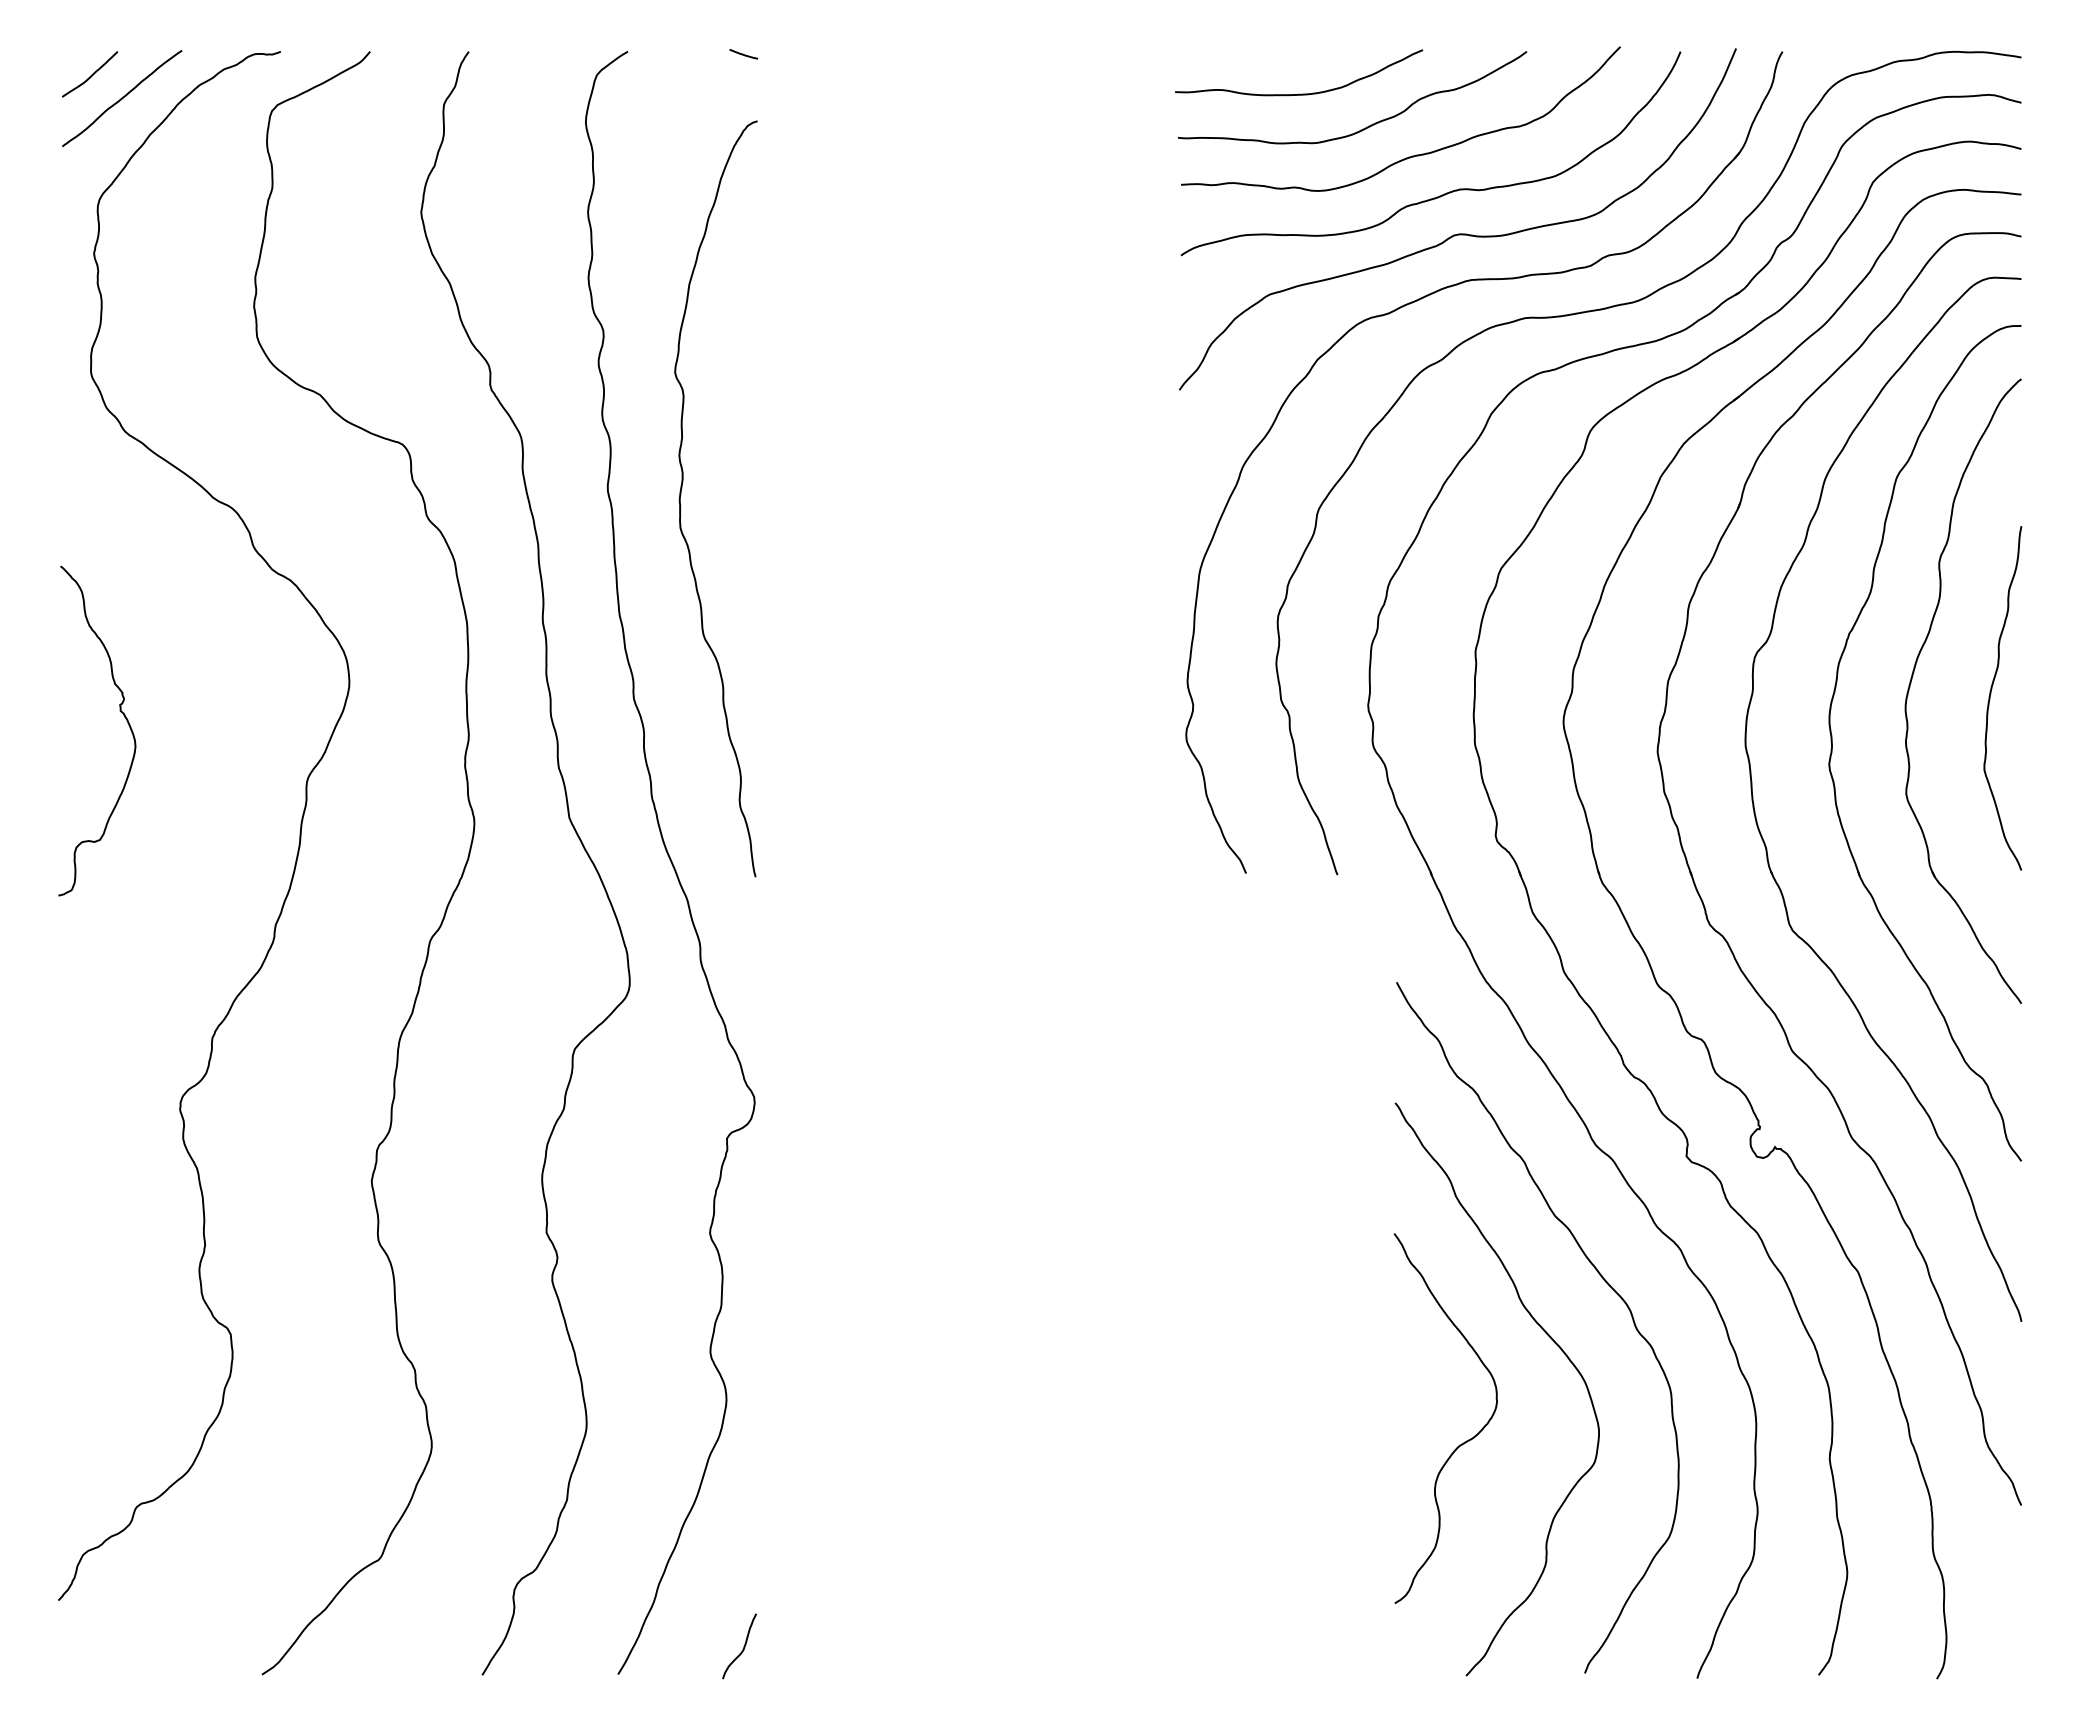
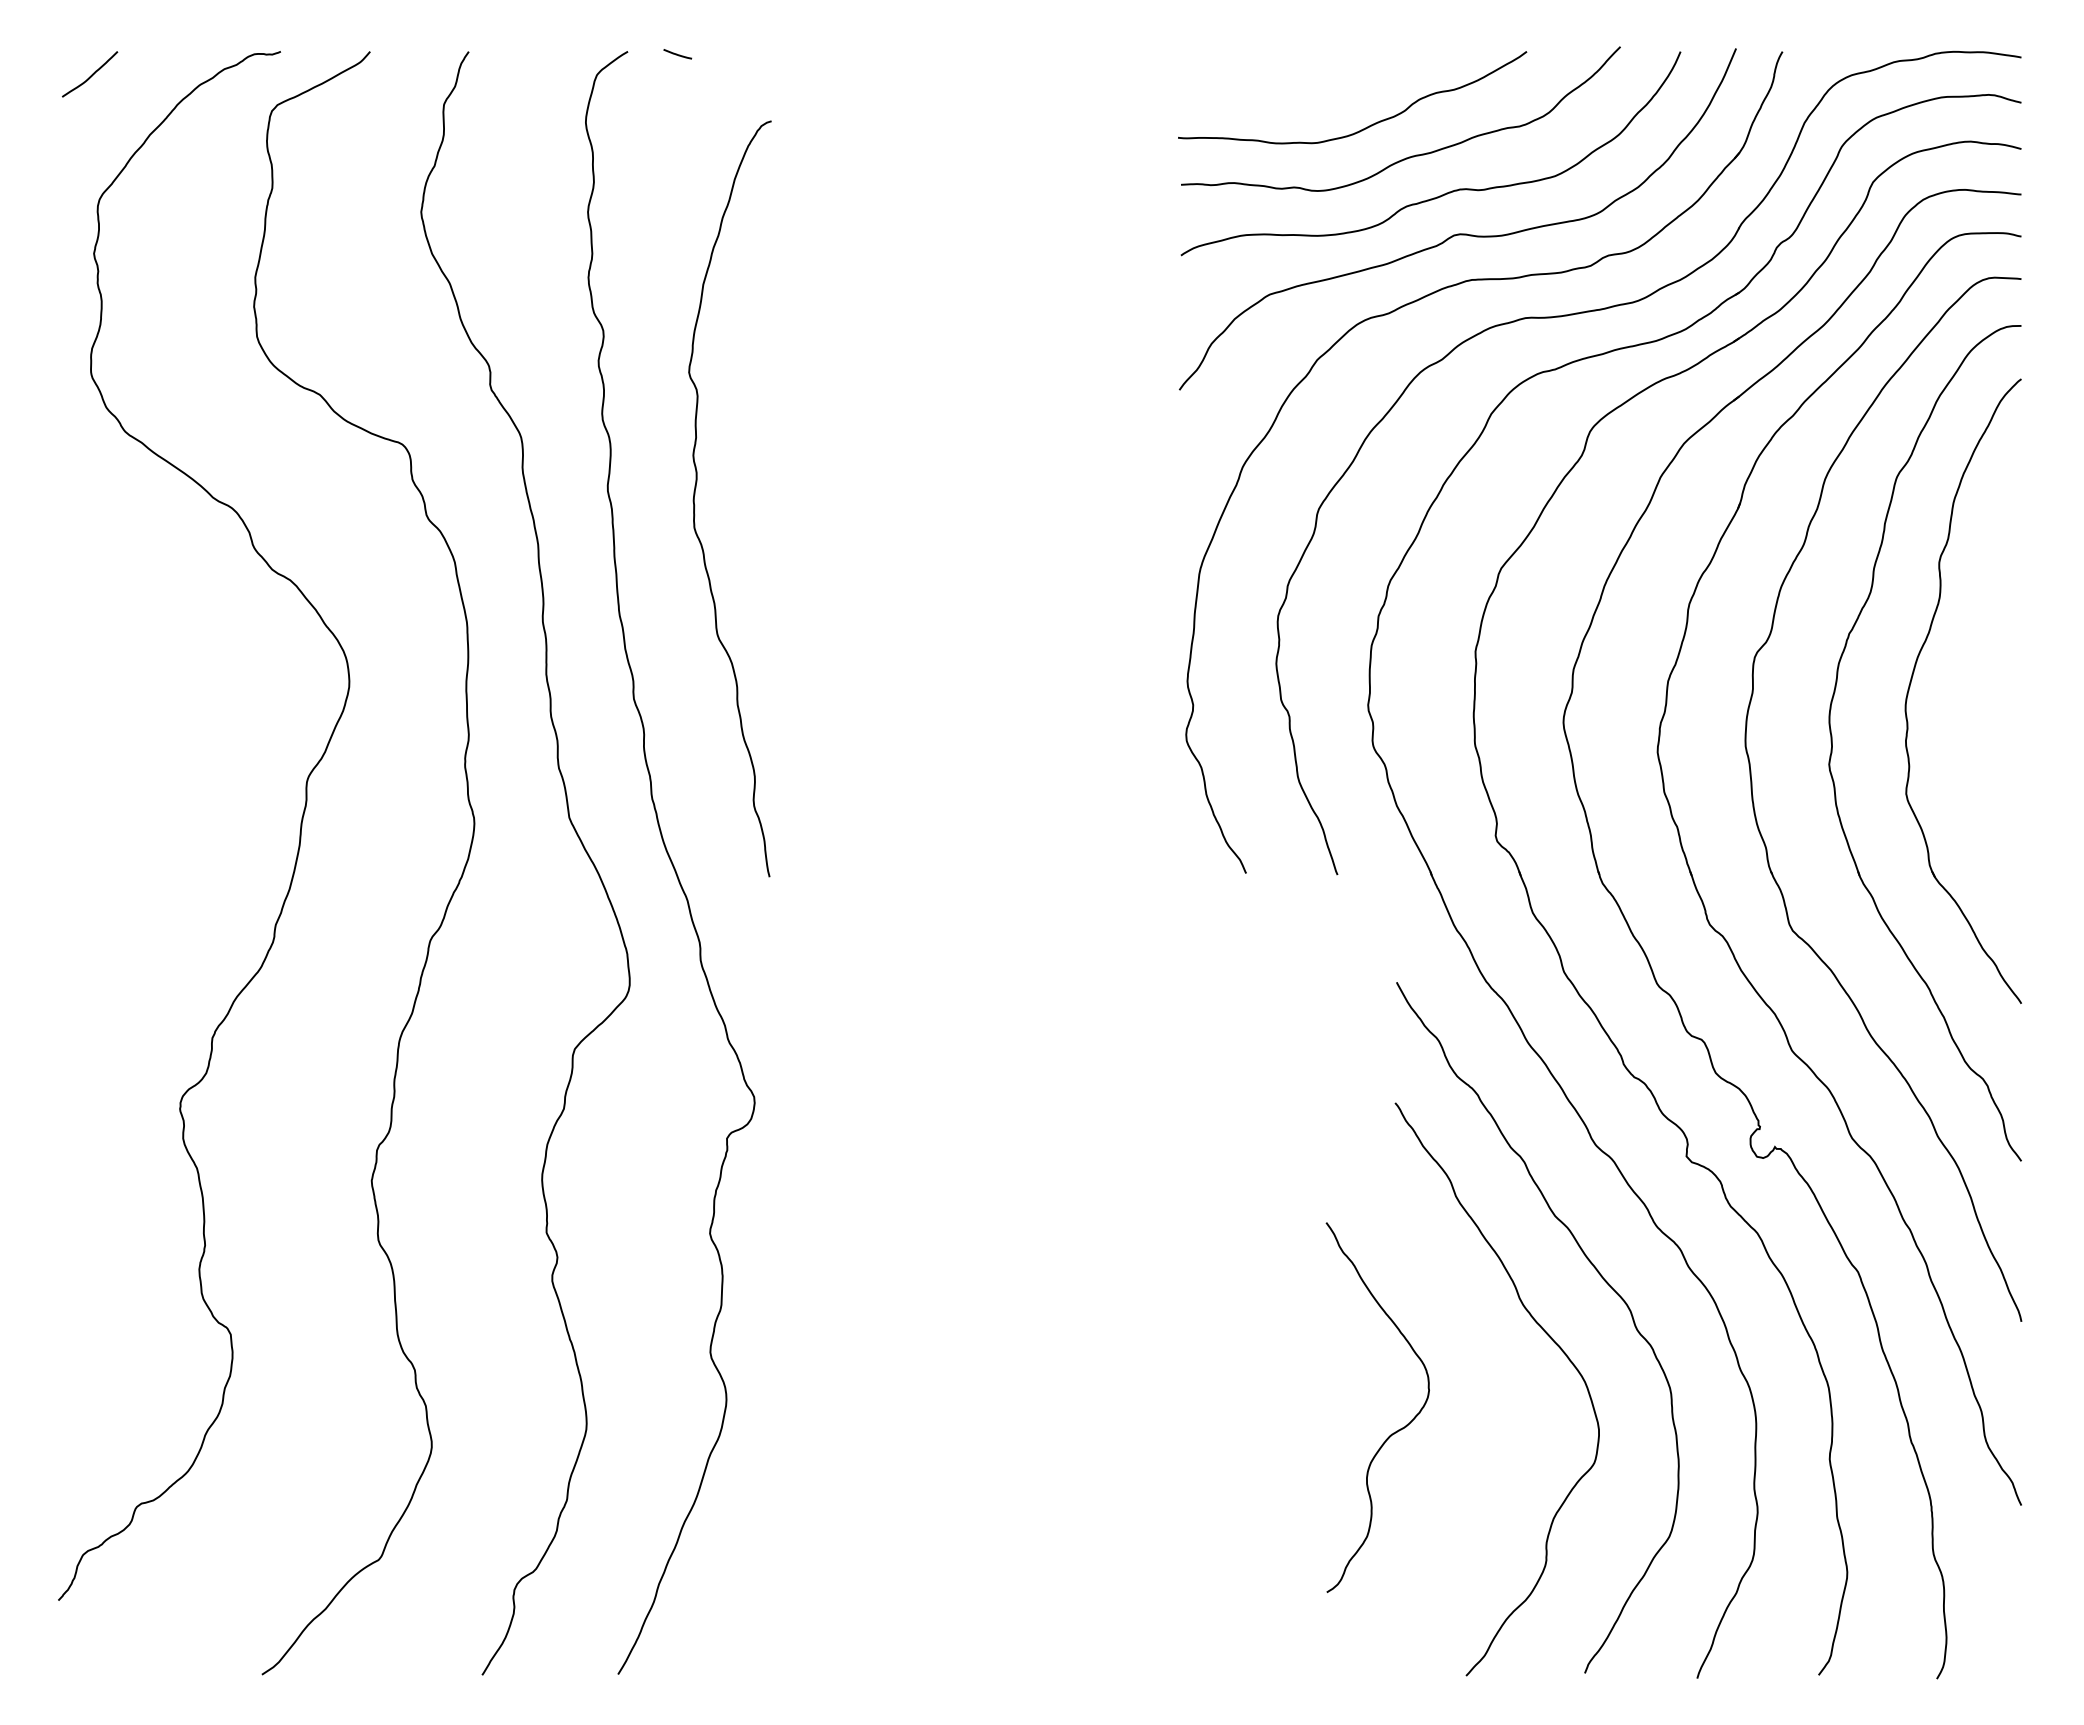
line at (743, 54) position: (743, 54) -> (677, 54)
curve at (1299, 93): present -> none
curve at (122, 98): present -> none
curve at (681, 495) position: (681, 495) -> (695, 495)
curve at (1991, 694): present -> none
curve at (119, 711): present -> none
curve at (1459, 1444) position: (1459, 1444) -> (1391, 1433)
curve at (743, 1646): present -> none
